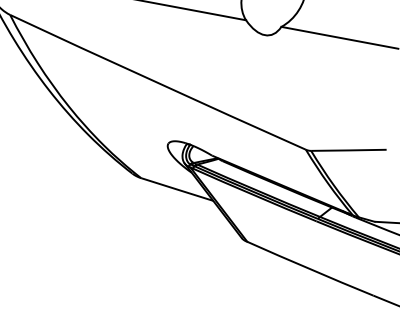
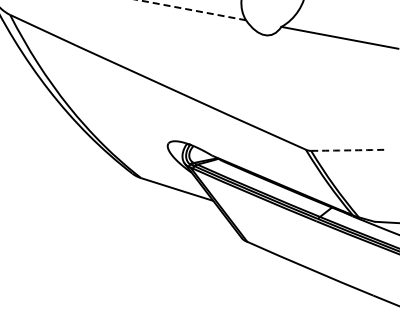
line at (192, 10): solid -> dashed
arc at (348, 150): solid -> dashed
